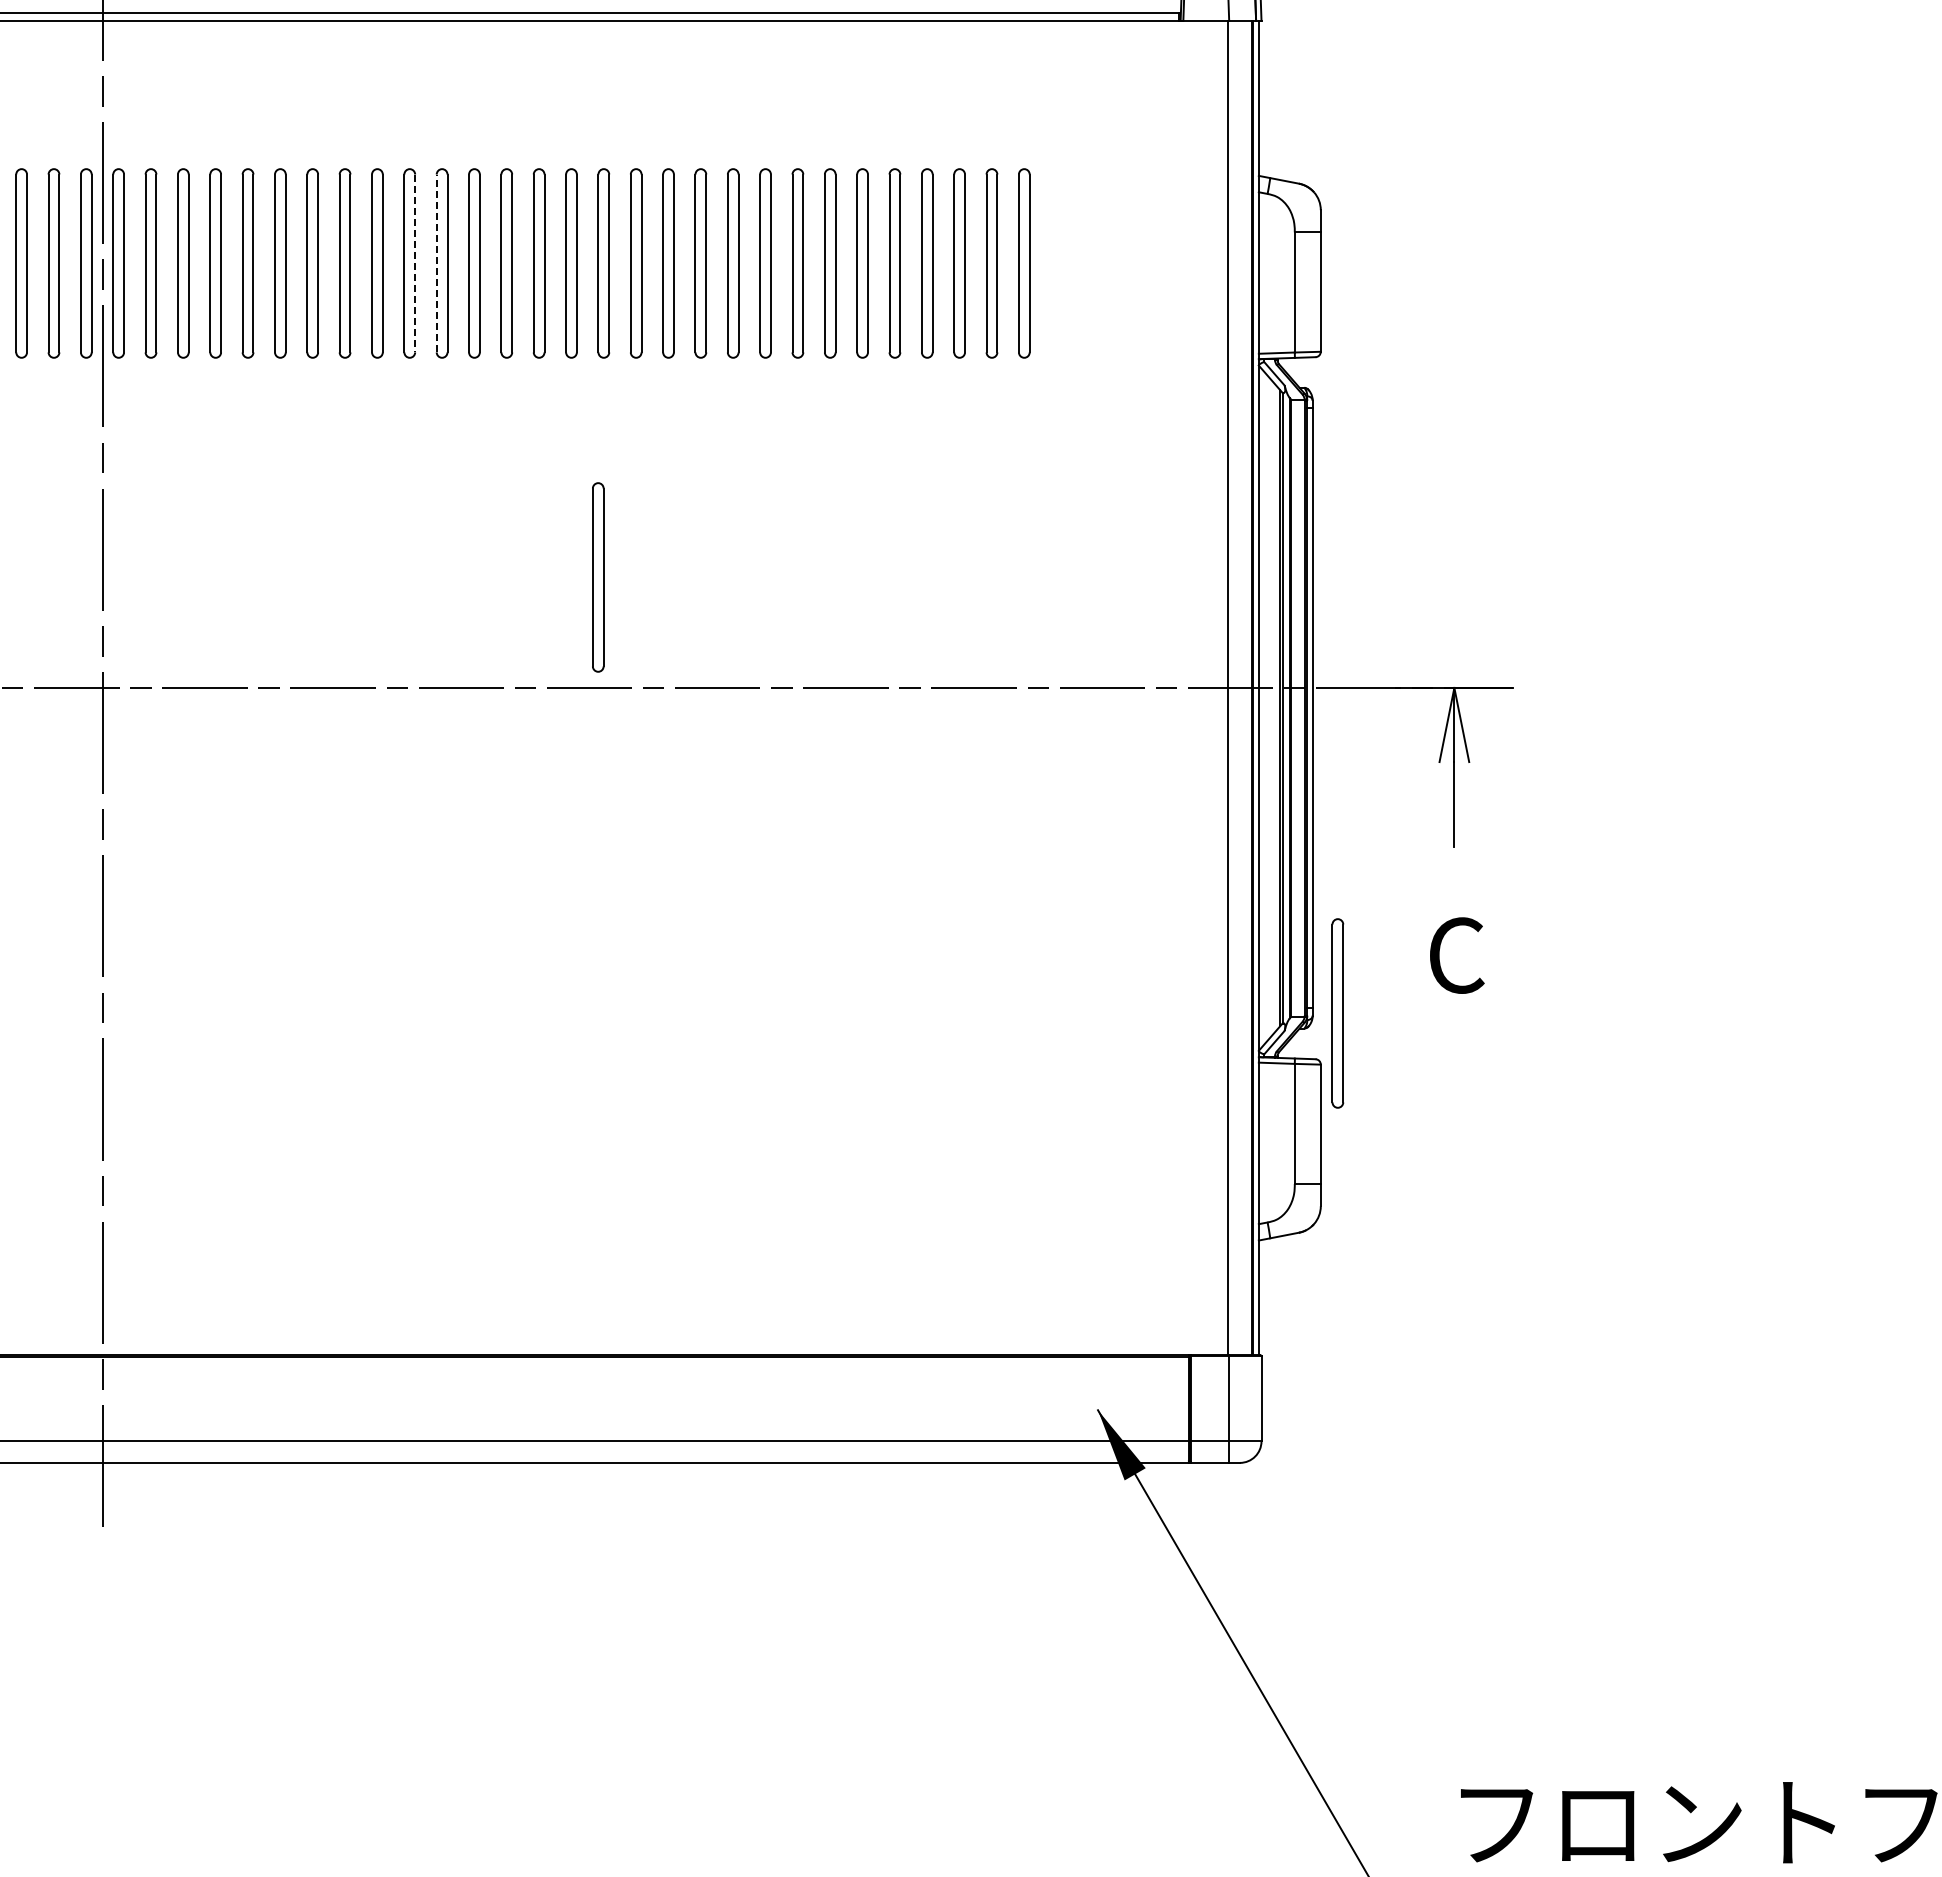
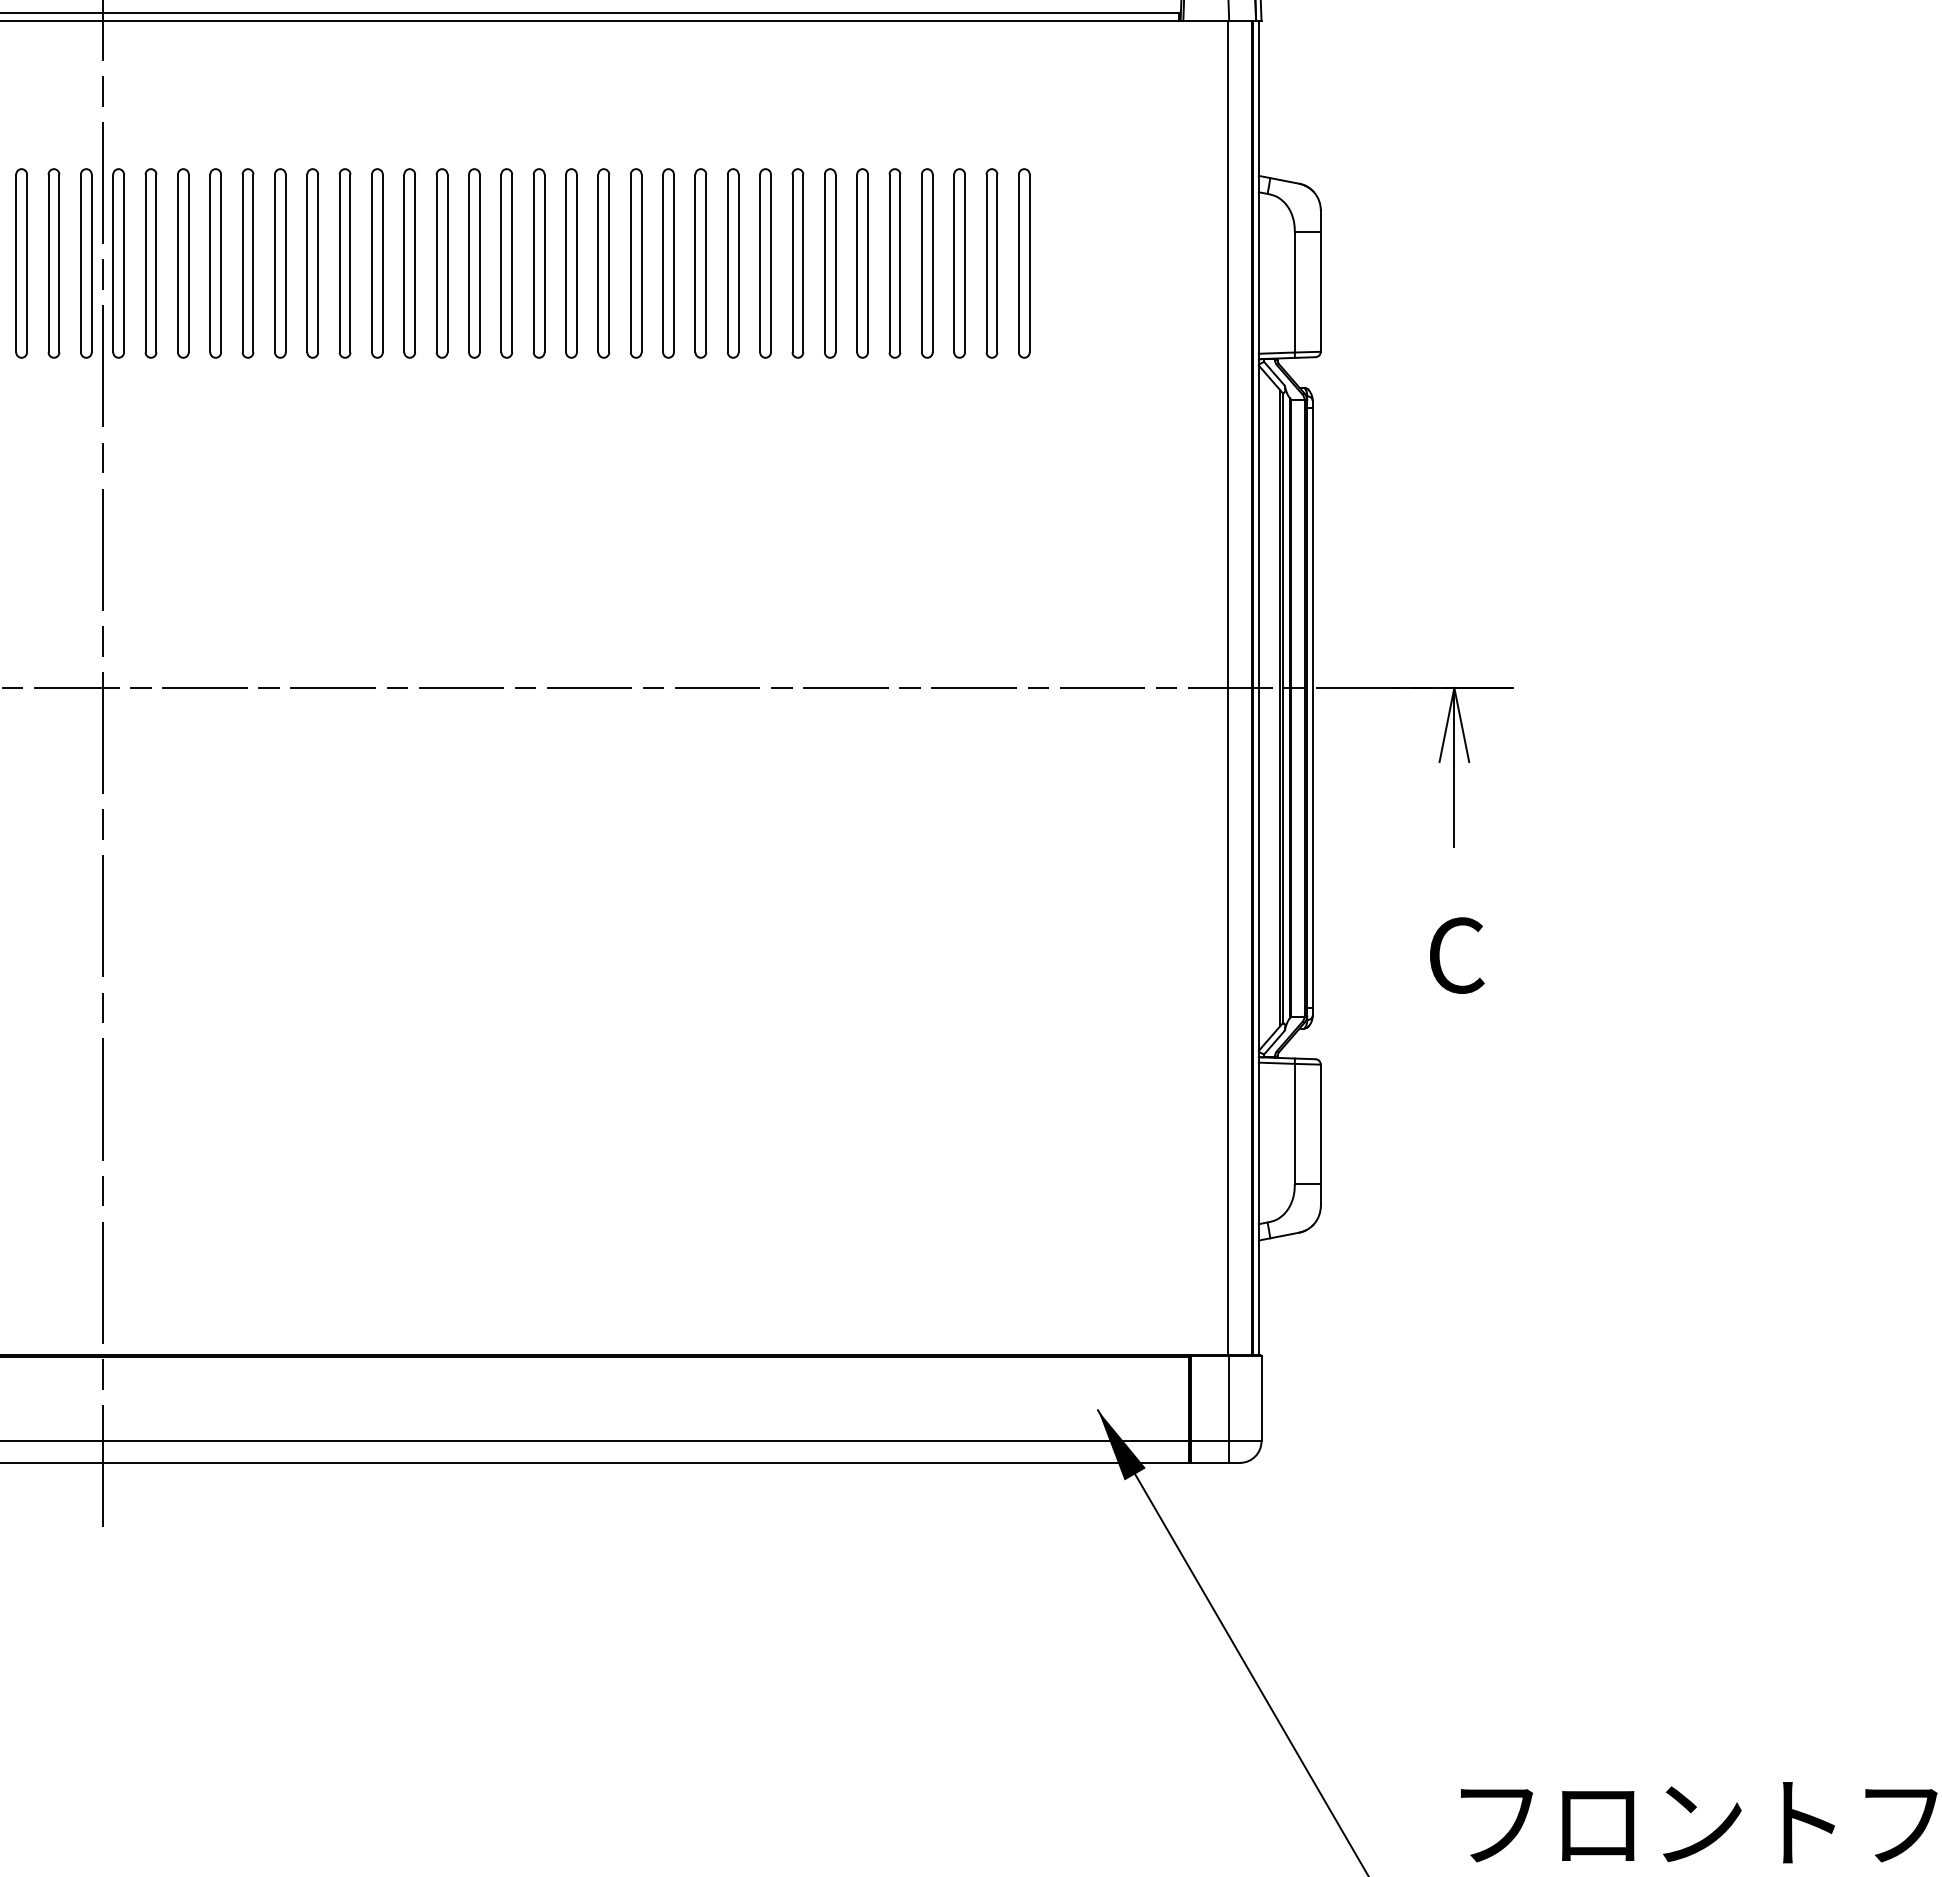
line at (415, 263): dashed -> solid
line at (436, 263): dashed -> solid
part at (598, 577): present -> none
part at (1337, 1013): present -> none
